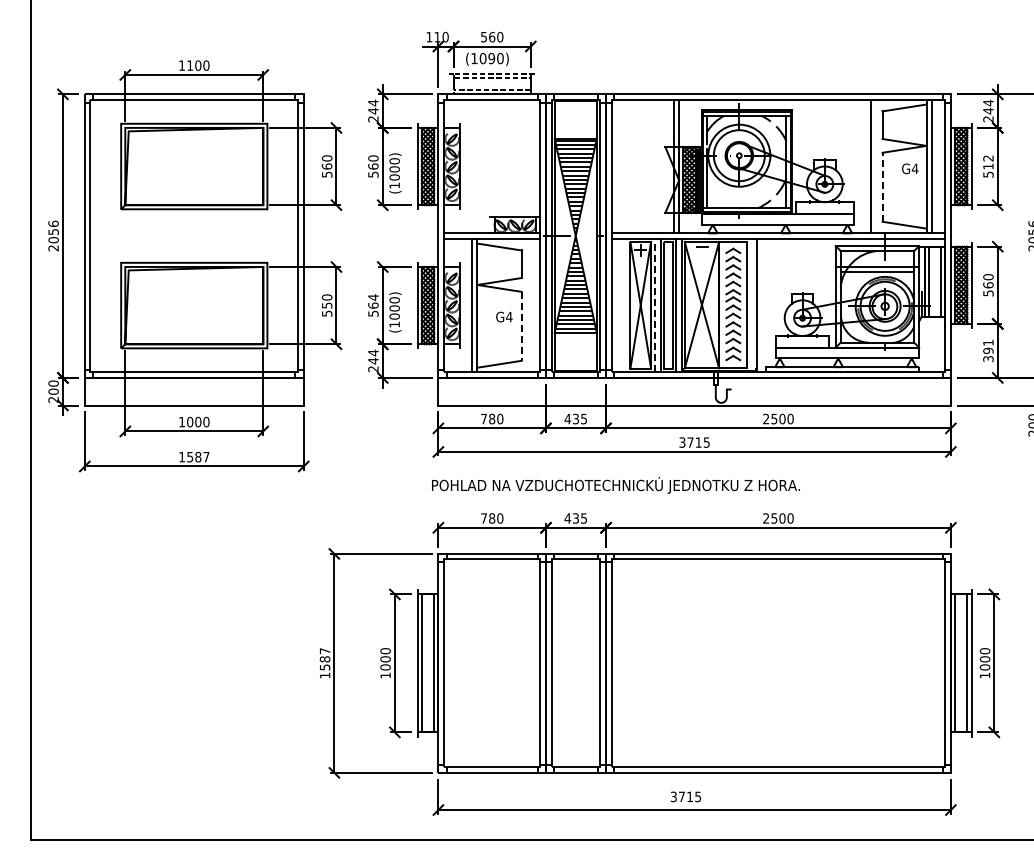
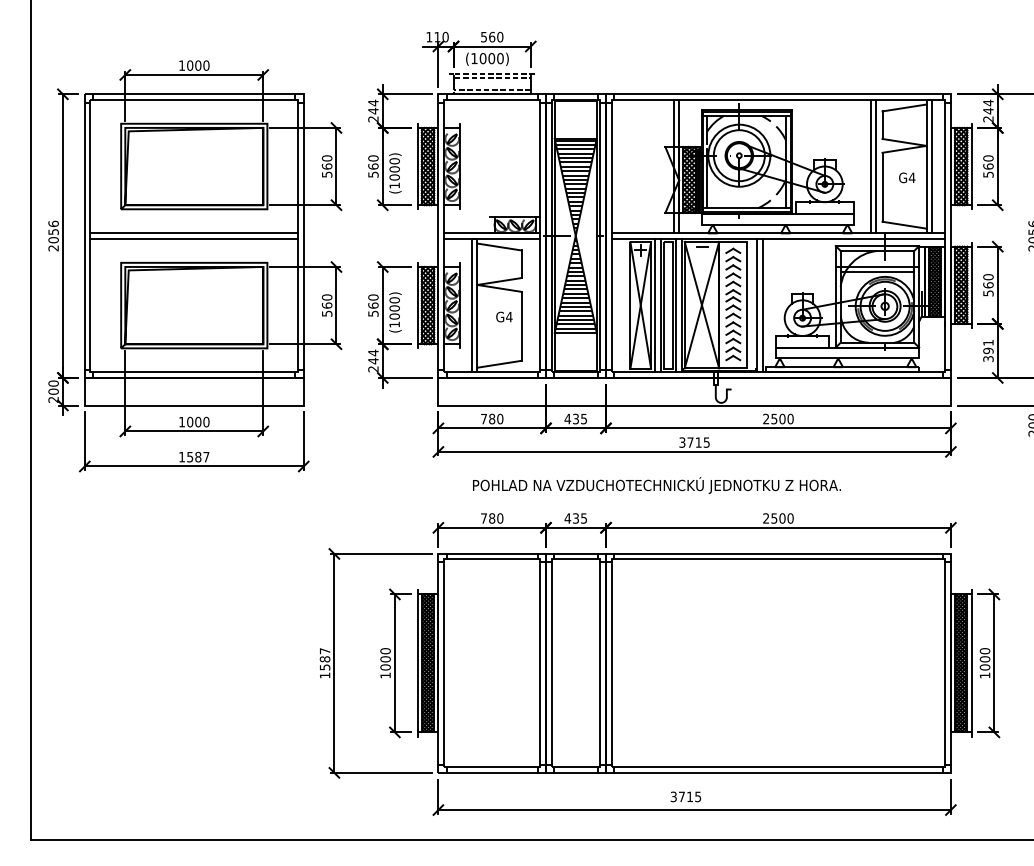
text at (491, 58): (1090) -> (1000)
text at (190, 65): 1100 -> 1000
text at (988, 162): 512 -> 560
line at (876, 166): none -> present
text at (910, 168) position: (910, 168) -> (907, 177)
line at (882, 186): dashed -> solid
line at (194, 233): none -> present
line at (194, 238): none -> present
hatch at (934, 281): none -> present
text at (373, 297): 564 -> 560
text at (326, 305): 550 -> 560
line at (655, 305): dashed -> solid
line at (762, 305): none -> present
line at (521, 326): dashed -> solid
text at (615, 485) position: (615, 485) -> (656, 485)
hatch at (427, 663): none -> present
hatch at (961, 663): none -> present
